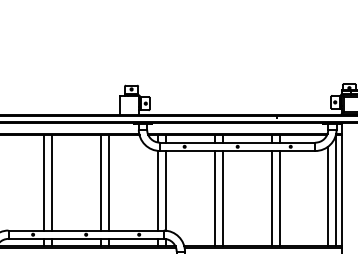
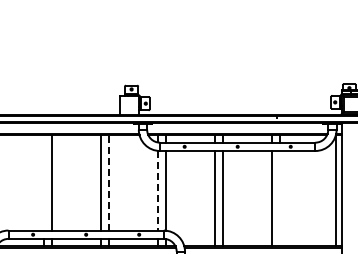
line at (44, 182): present -> none
line at (109, 182): solid -> dashed
line at (157, 190): solid -> dashed
line at (328, 196): present -> none
line at (279, 198): present -> none
